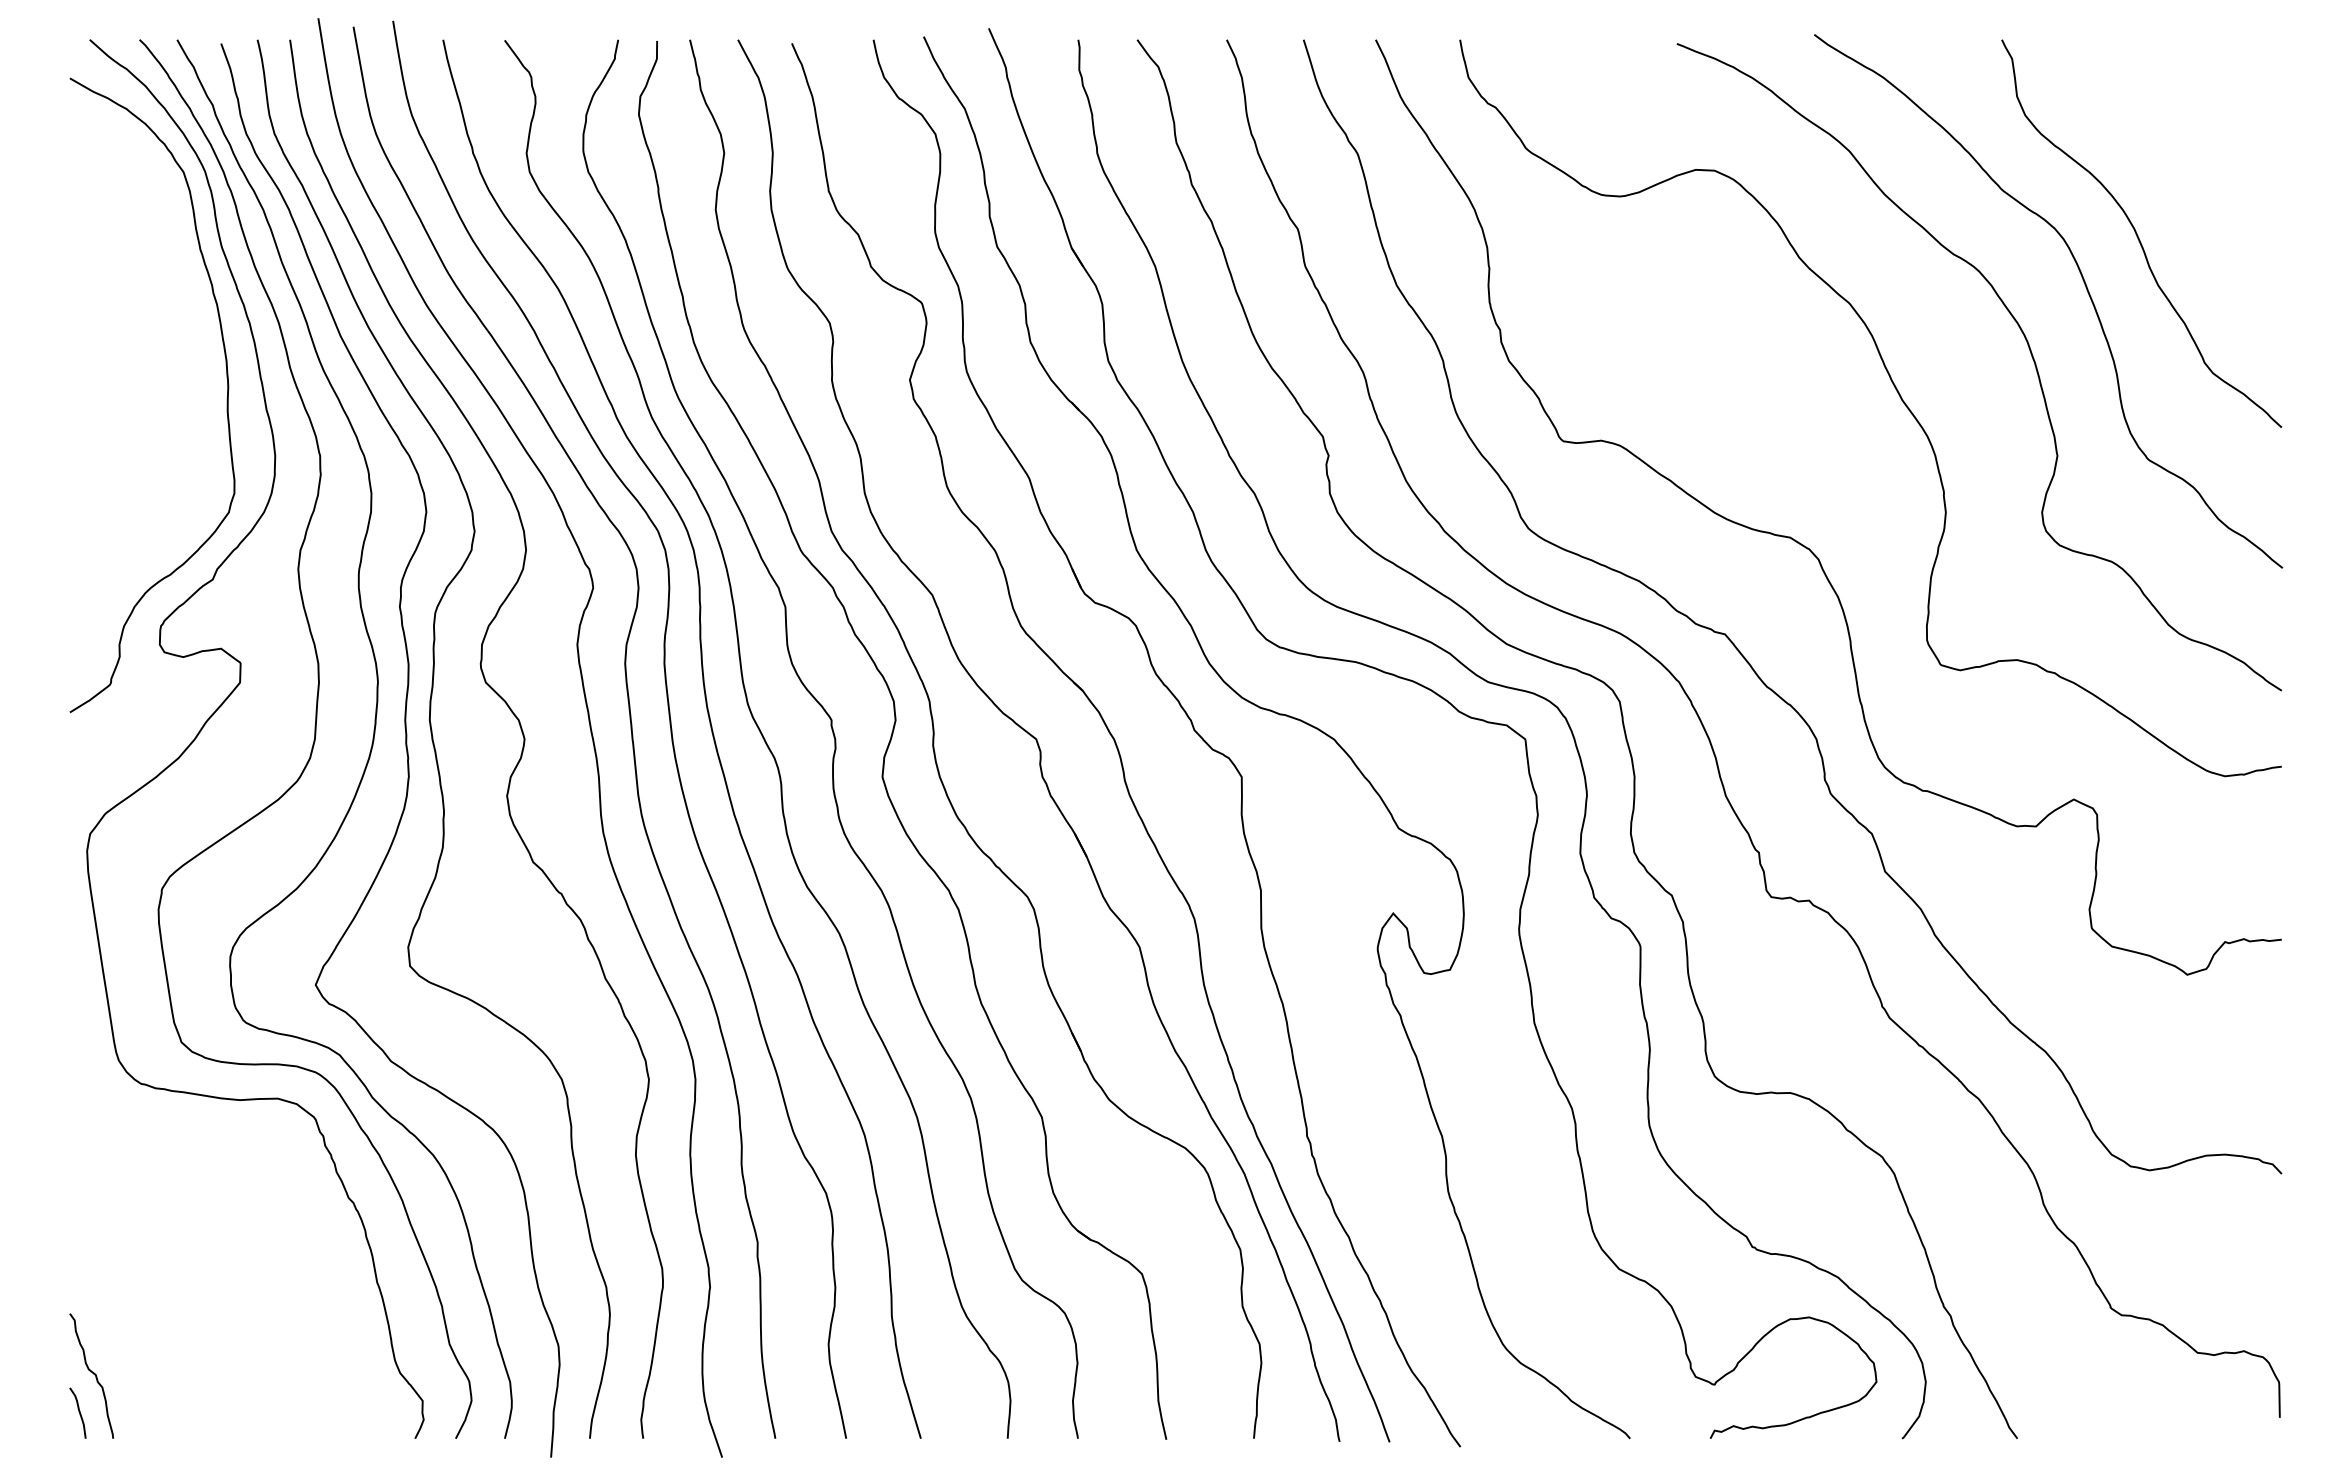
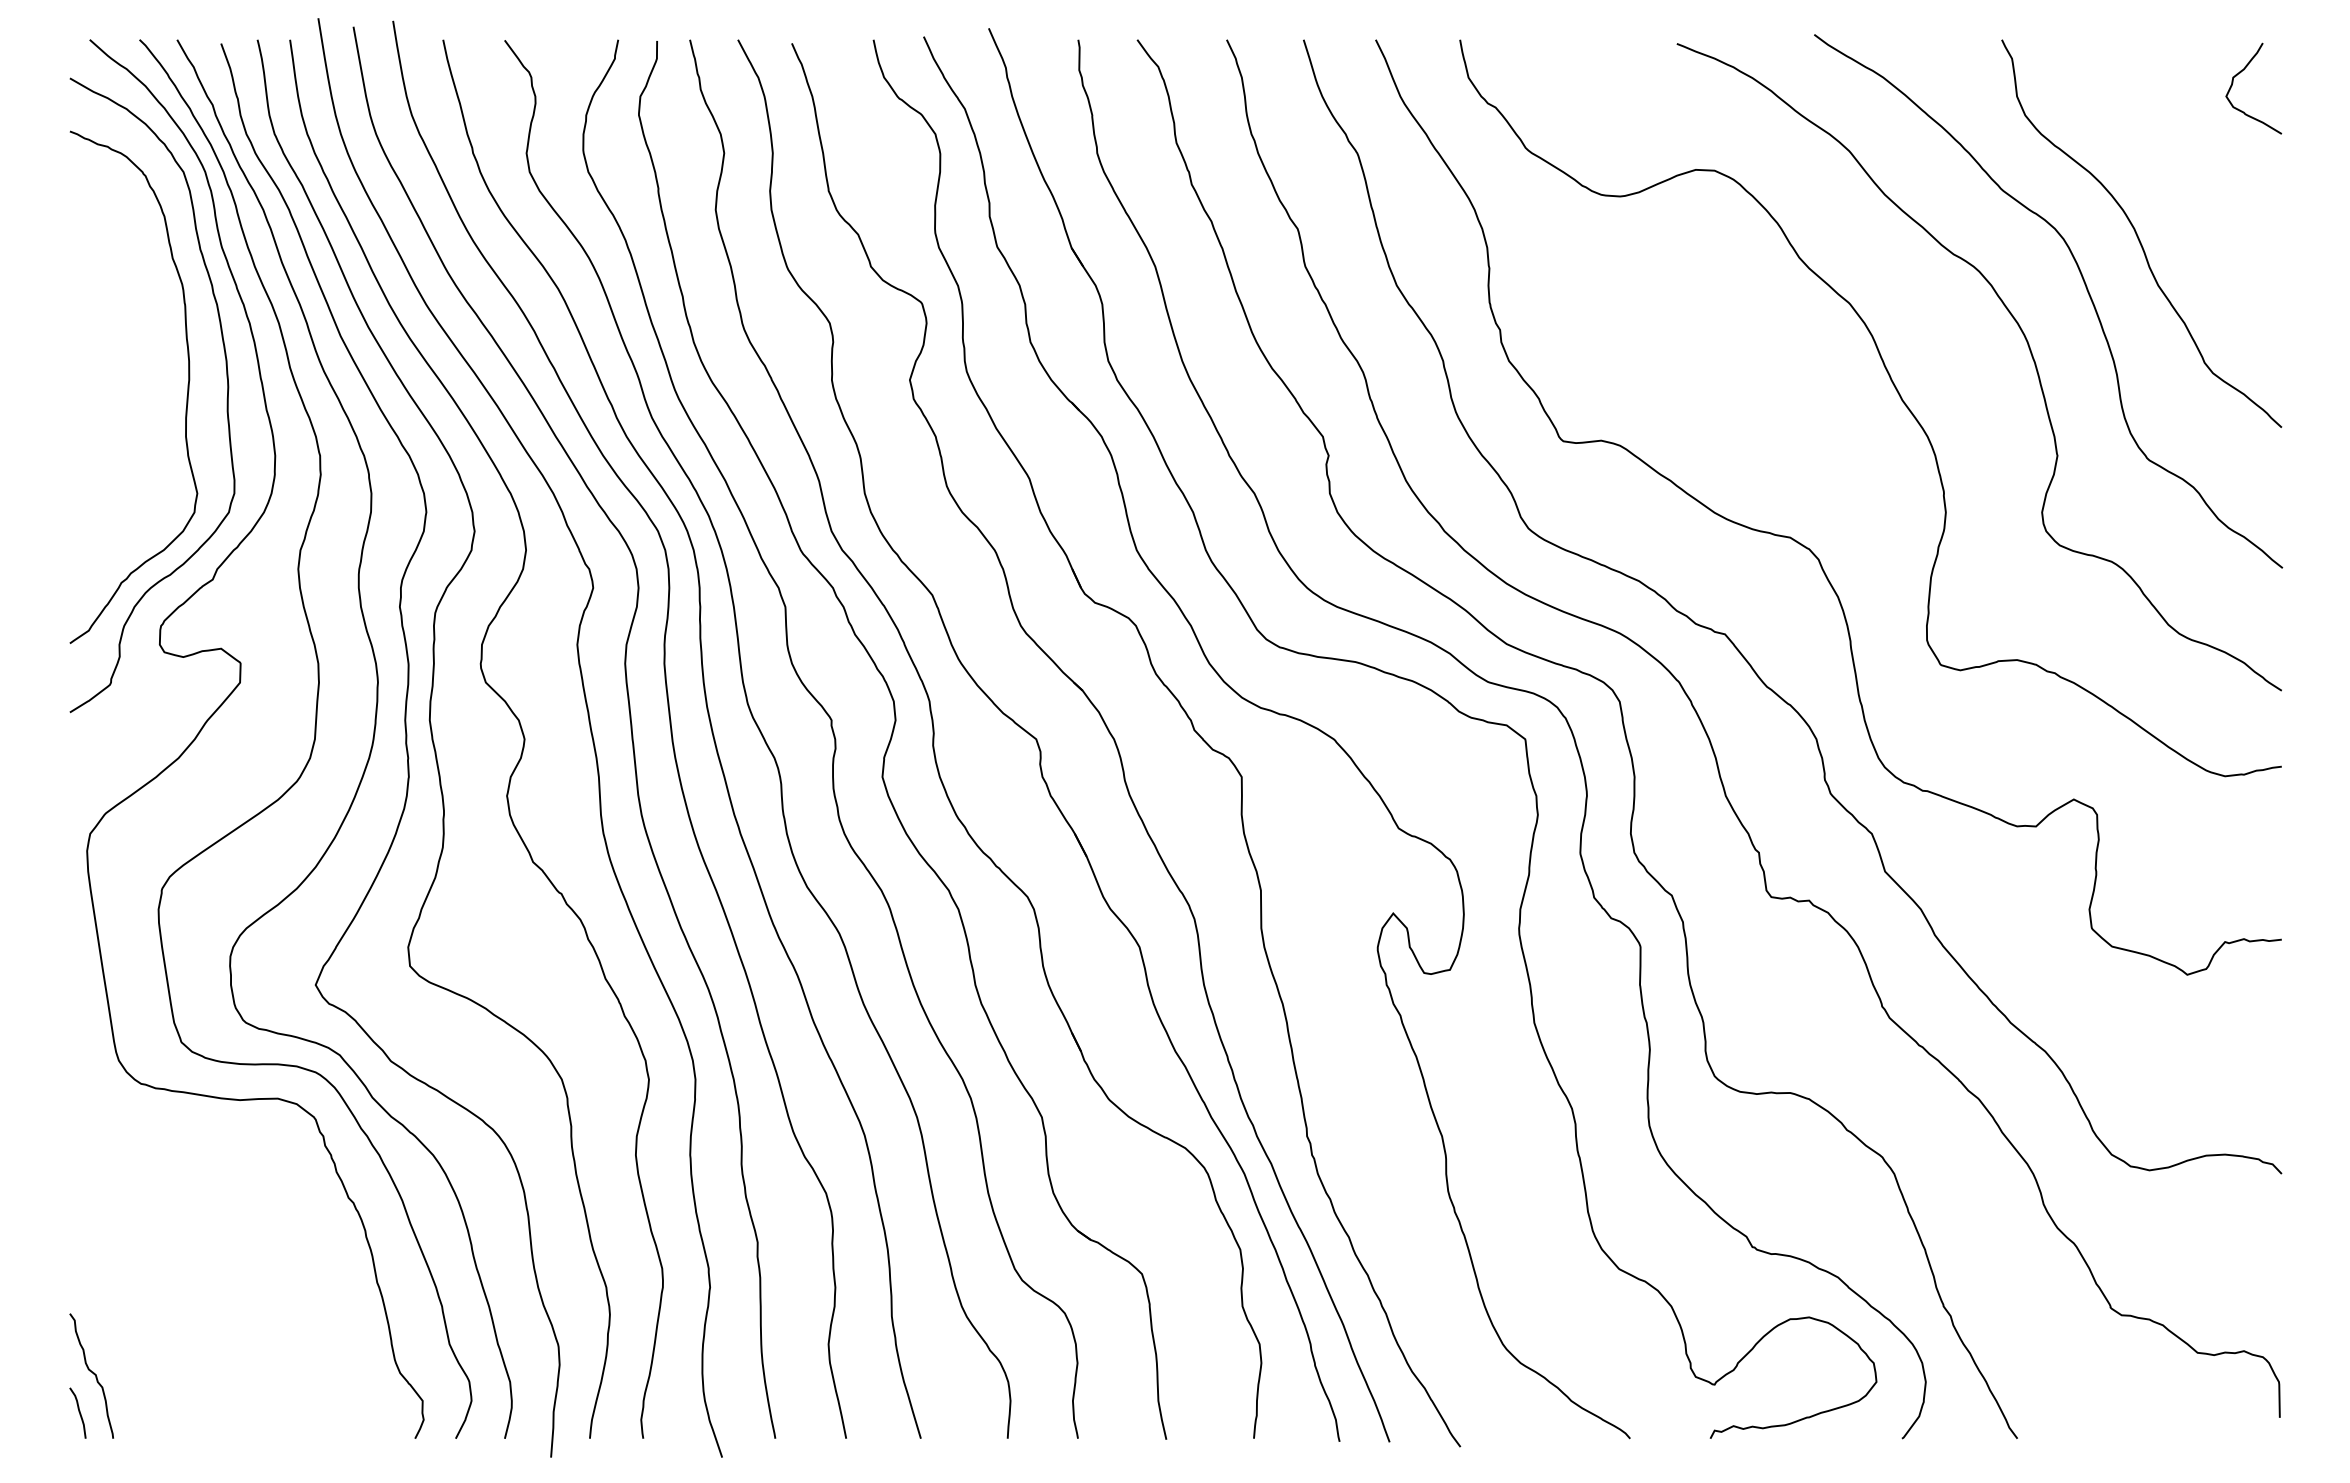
curve at (2240, 73): none -> present
curve at (186, 396): none -> present
